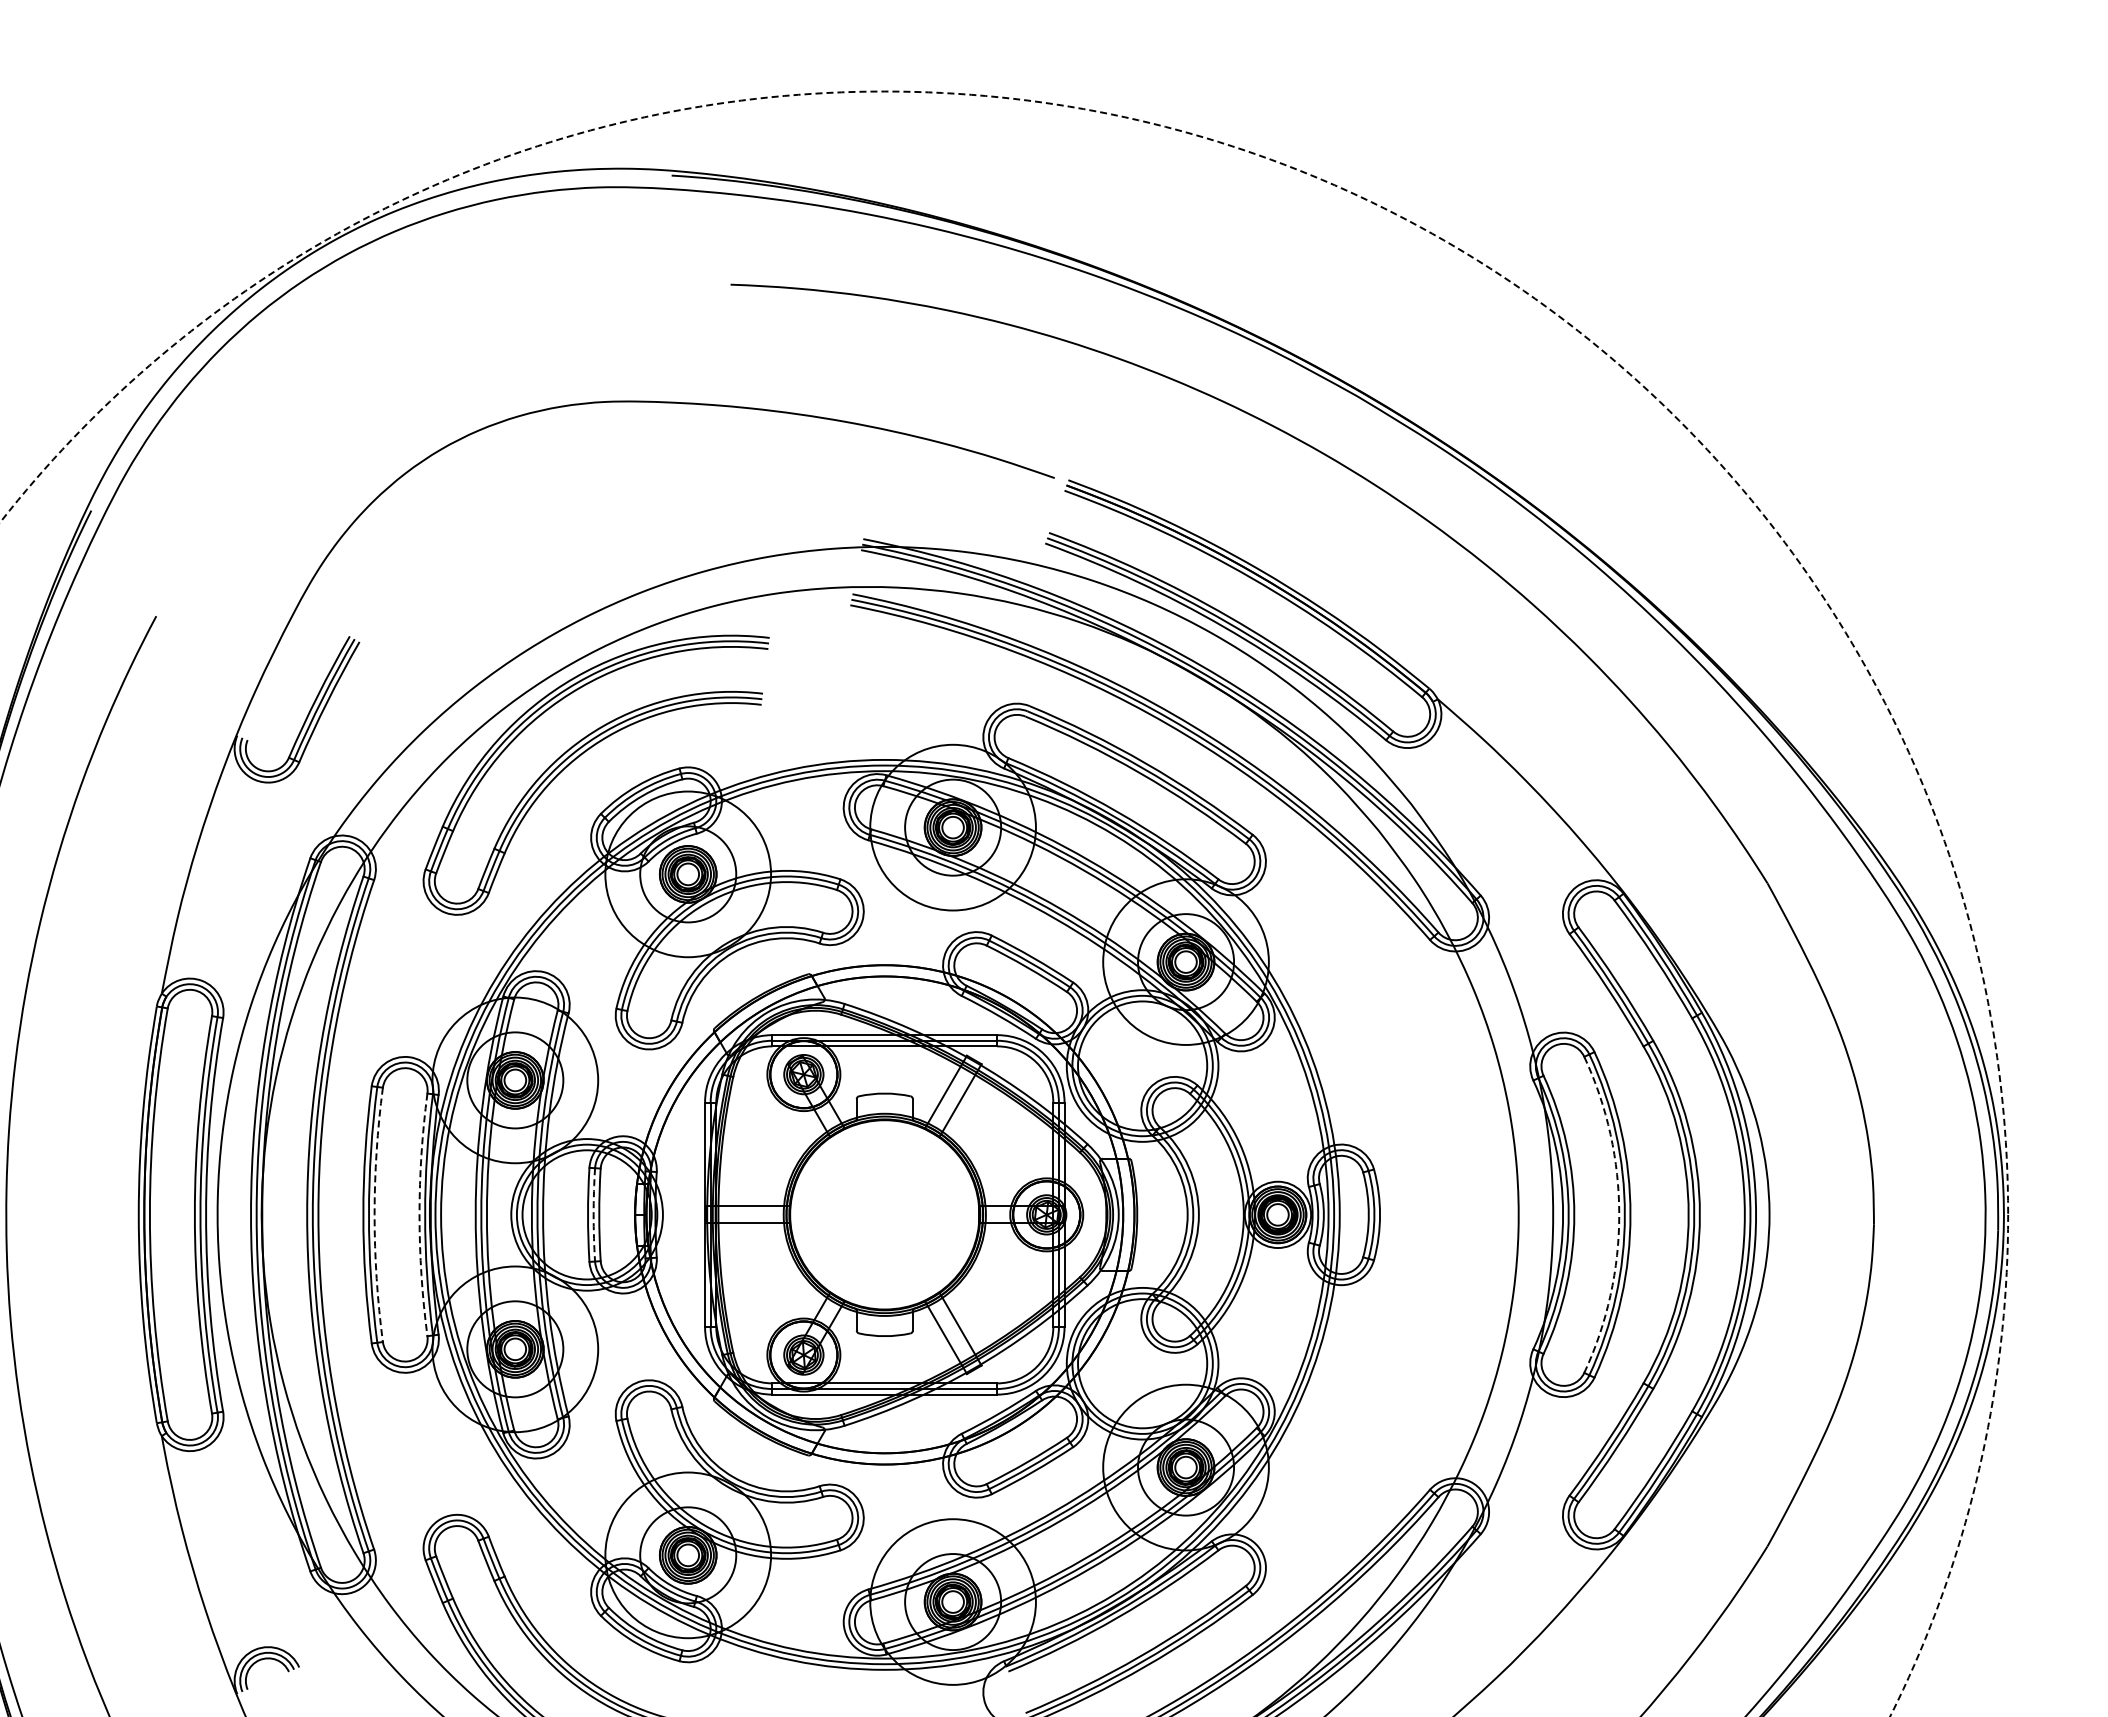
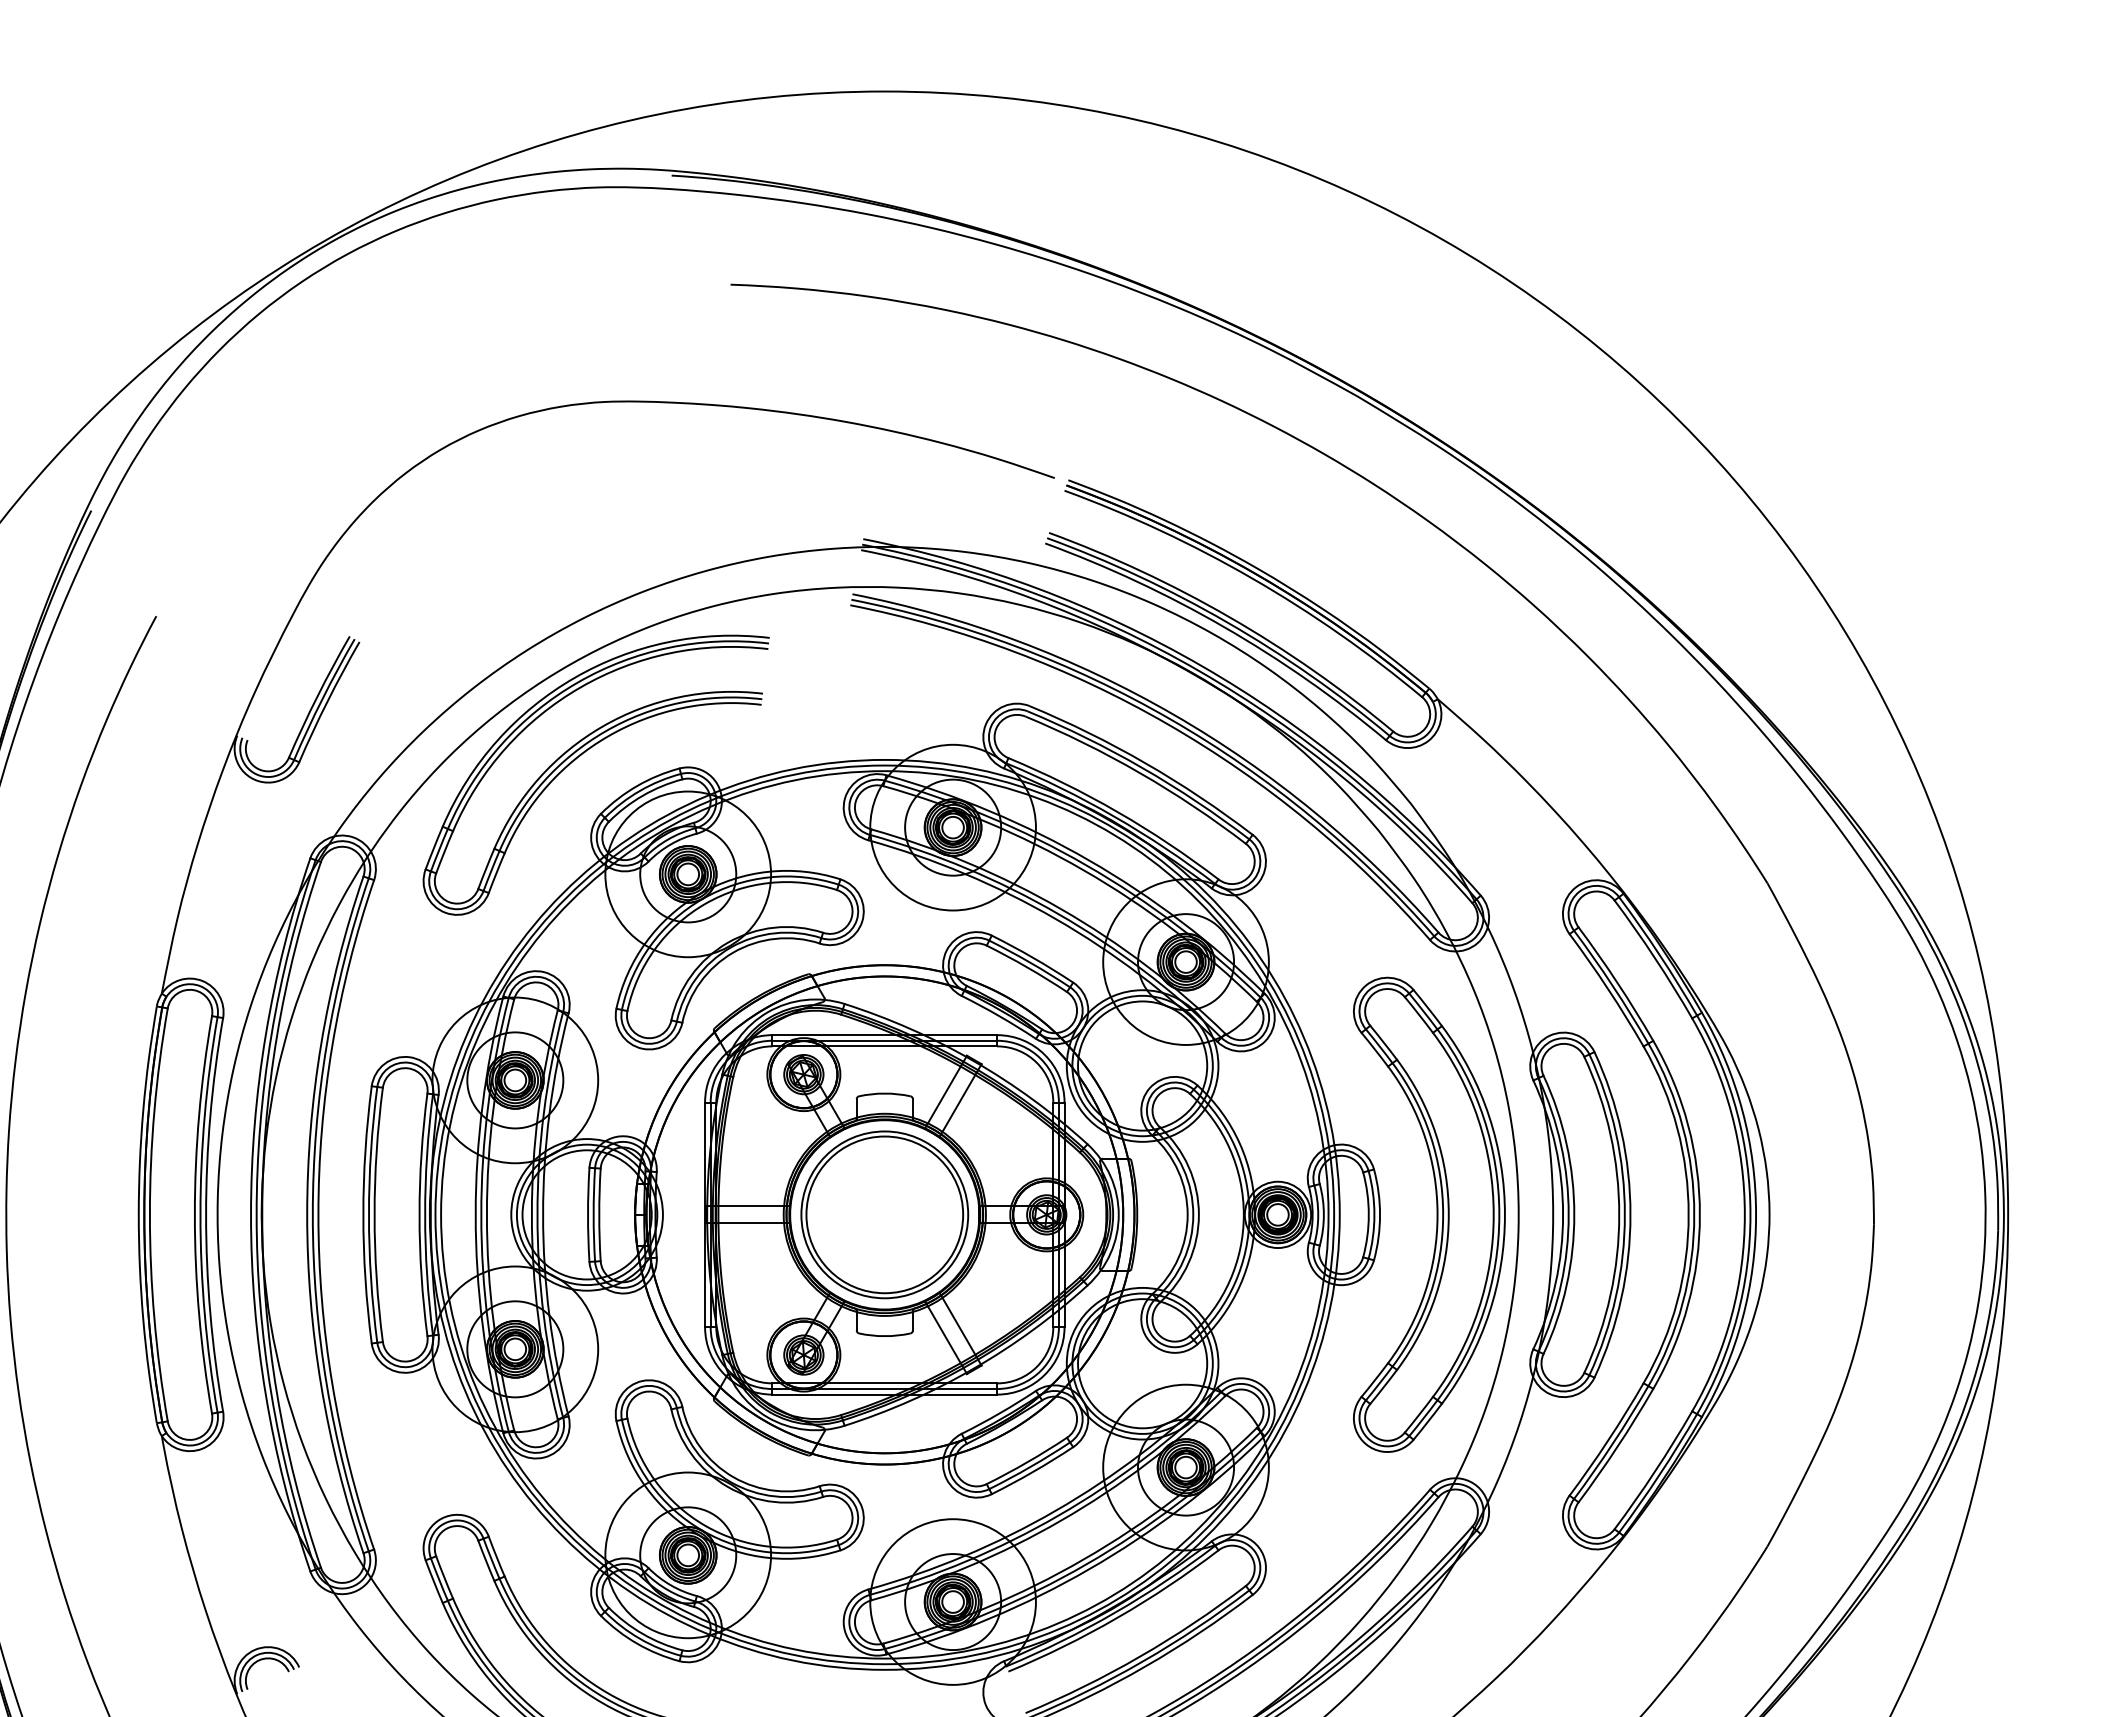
circle at (1004, 903): dashed -> solid
arc at (374, 1214): dashed -> solid
arc at (419, 1214): dashed -> solid
arc at (593, 1214): dashed -> solid
part at (884, 1214): none -> present
part at (1436, 1214): none -> present
arc at (1619, 1214): dashed -> solid
